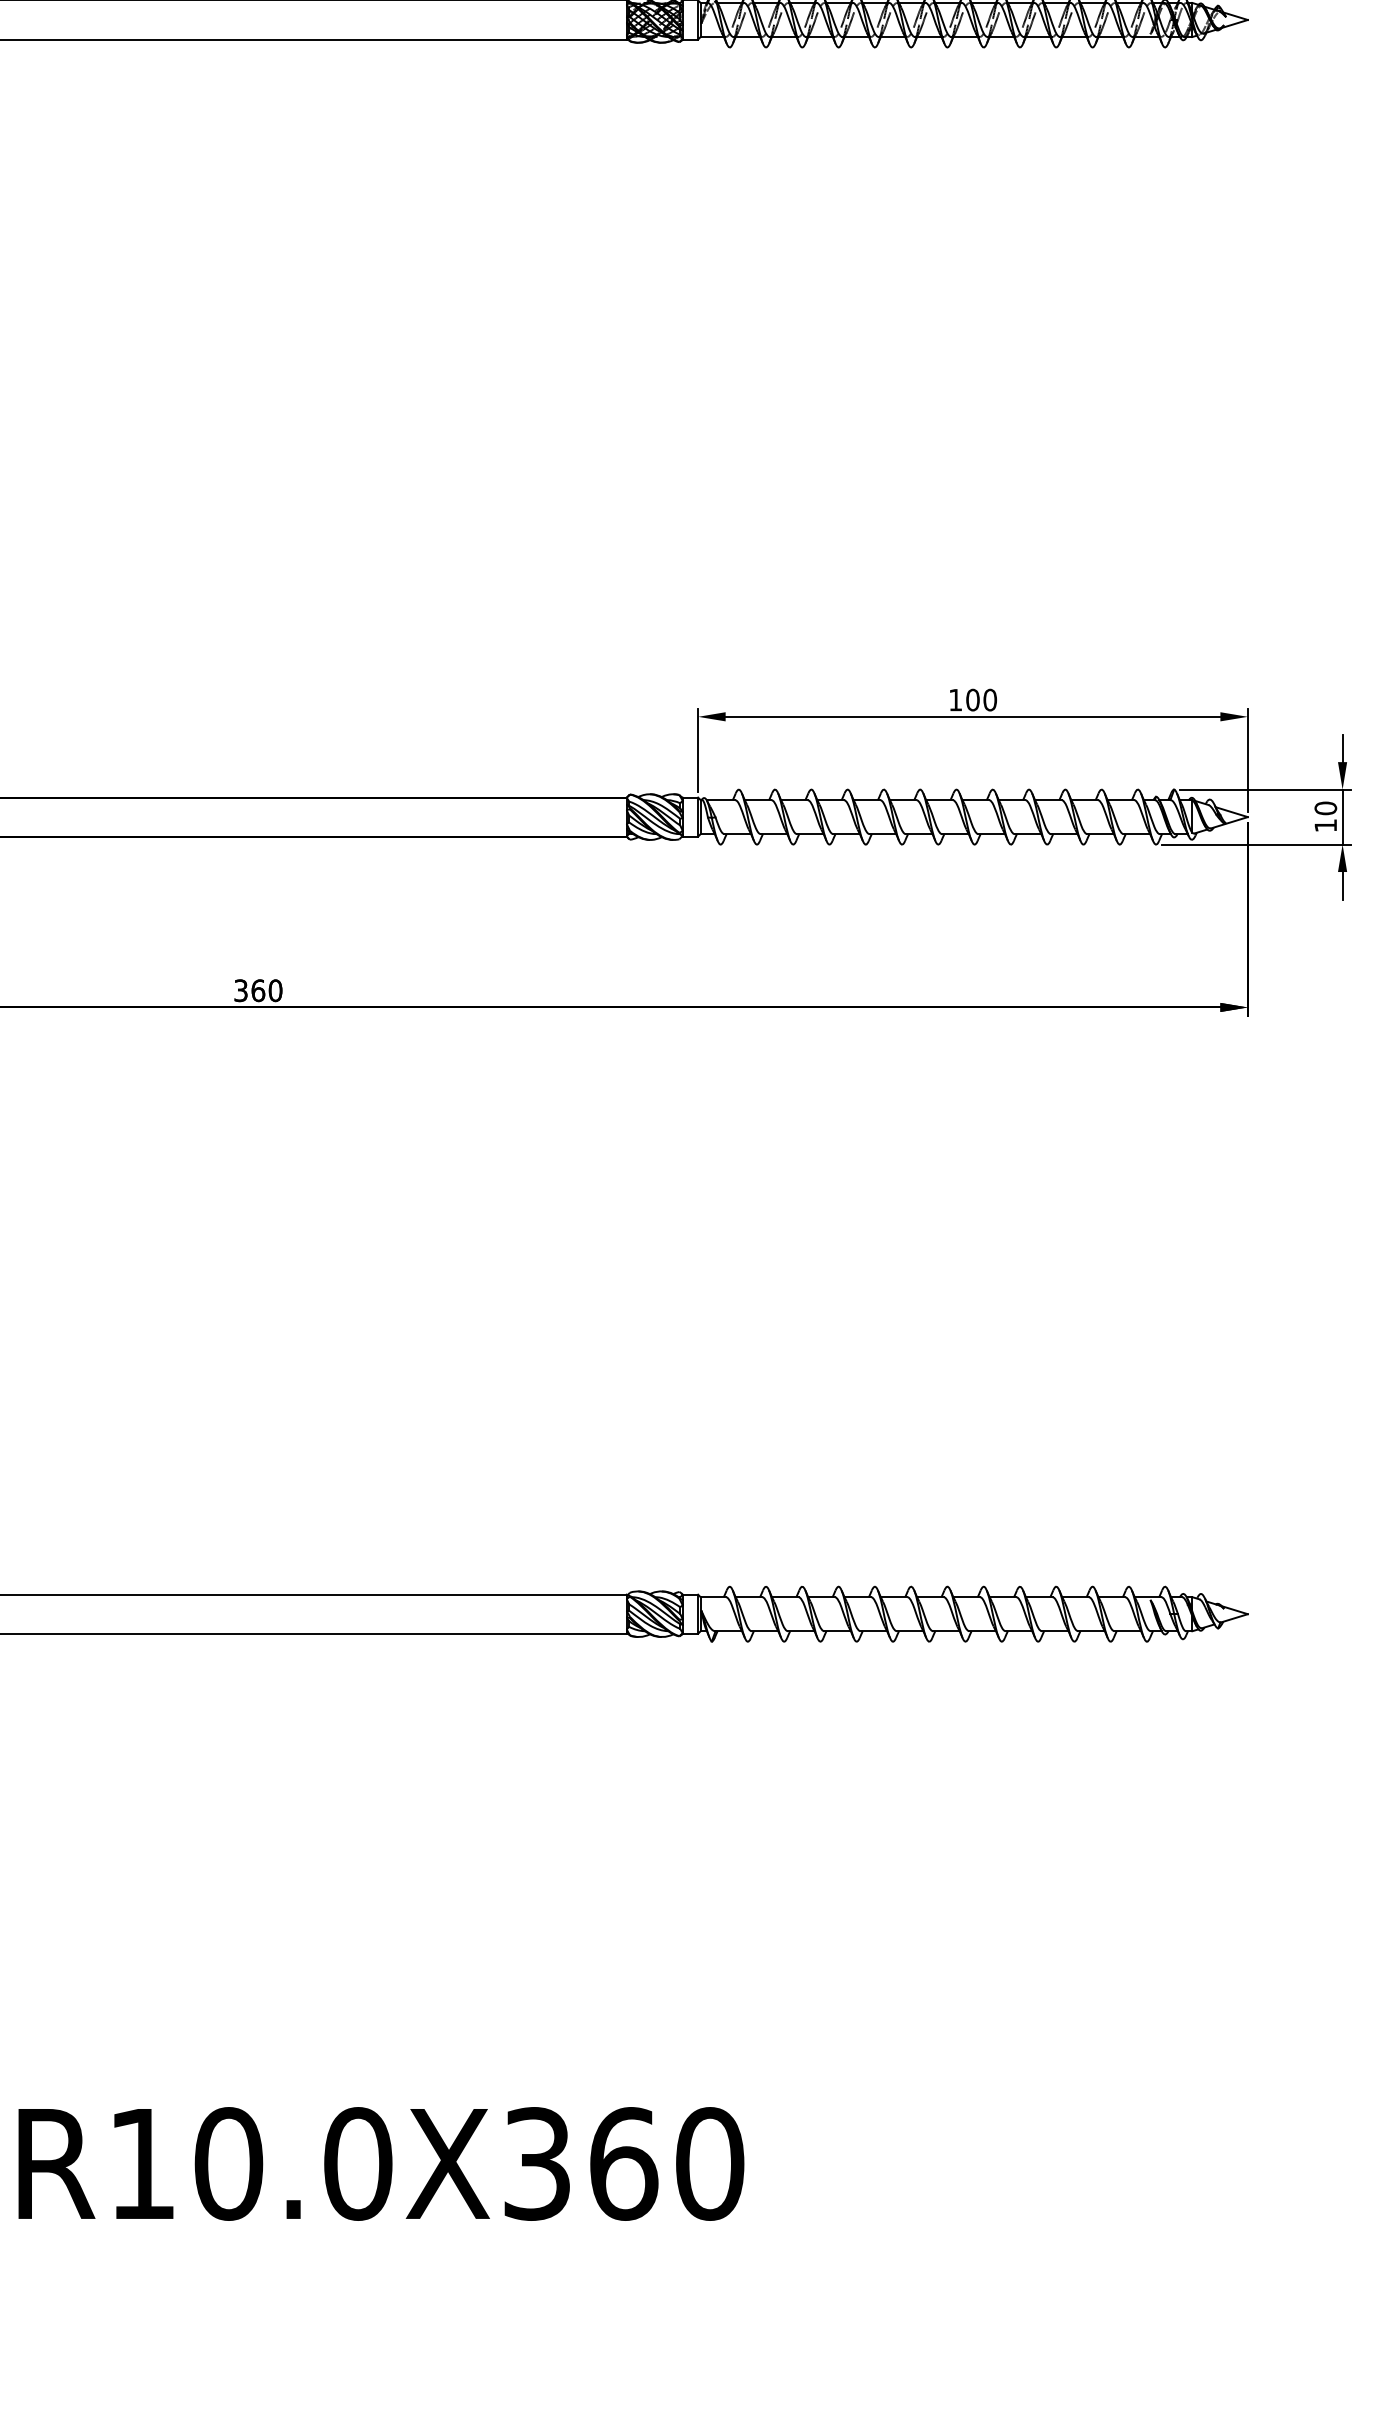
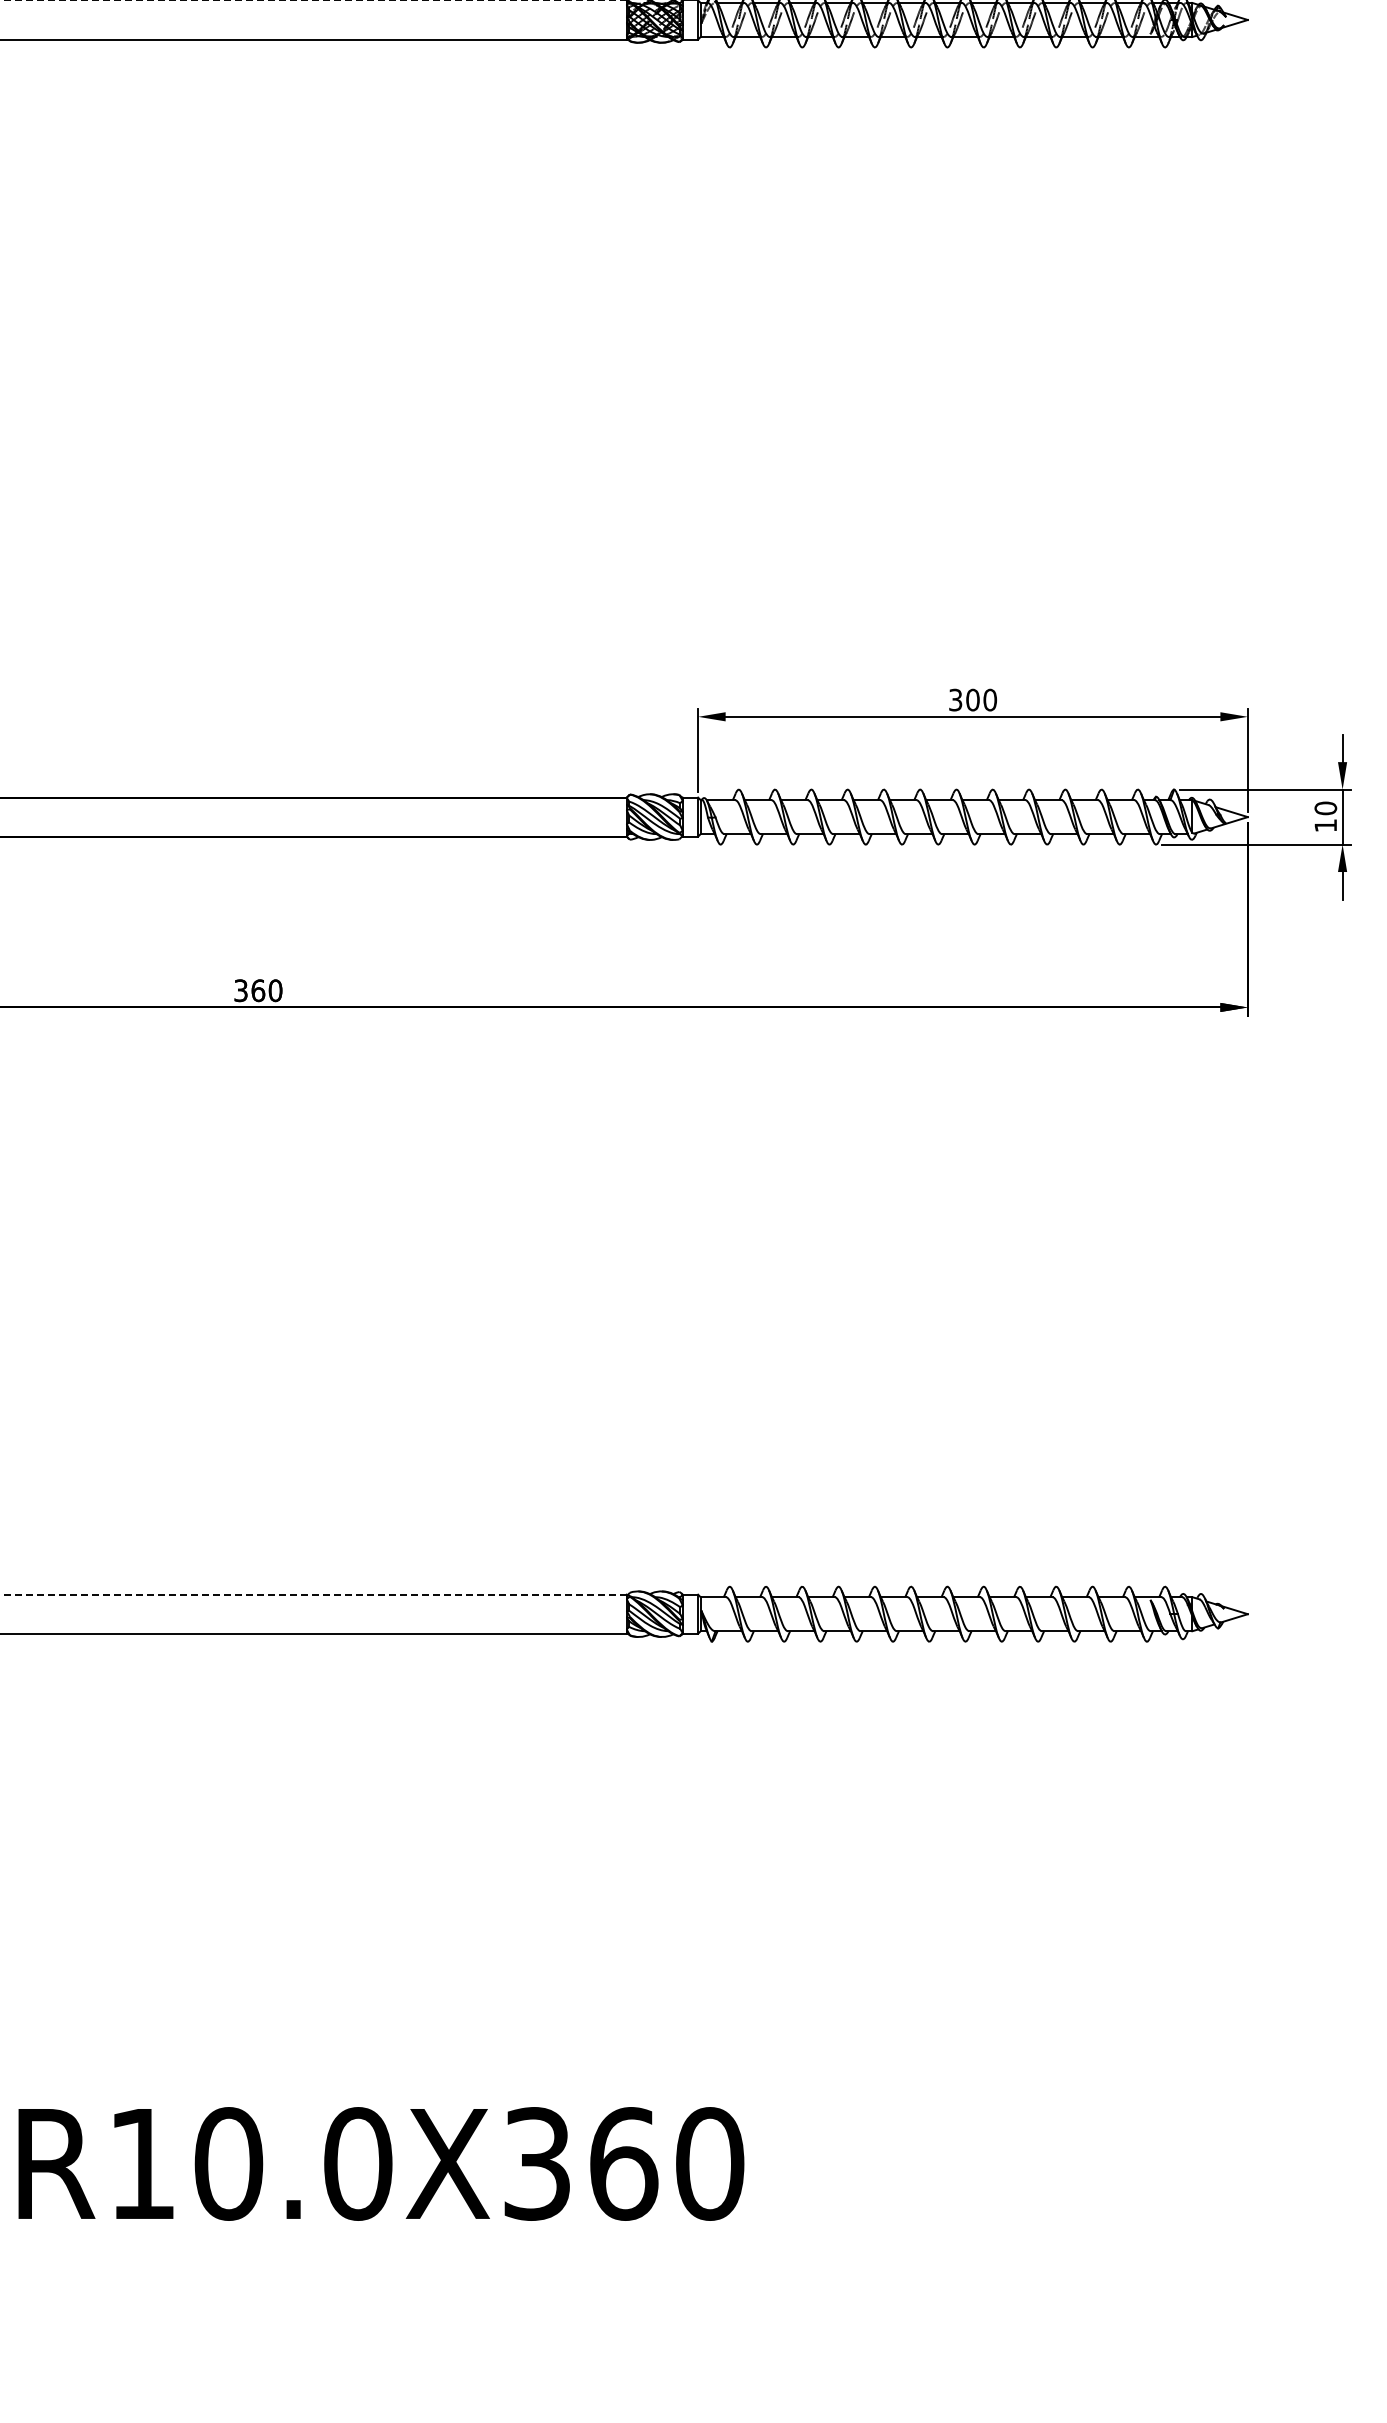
line at (312, 0): solid -> dashed
text at (955, 699): 100 -> 300
line at (312, 1594): solid -> dashed
